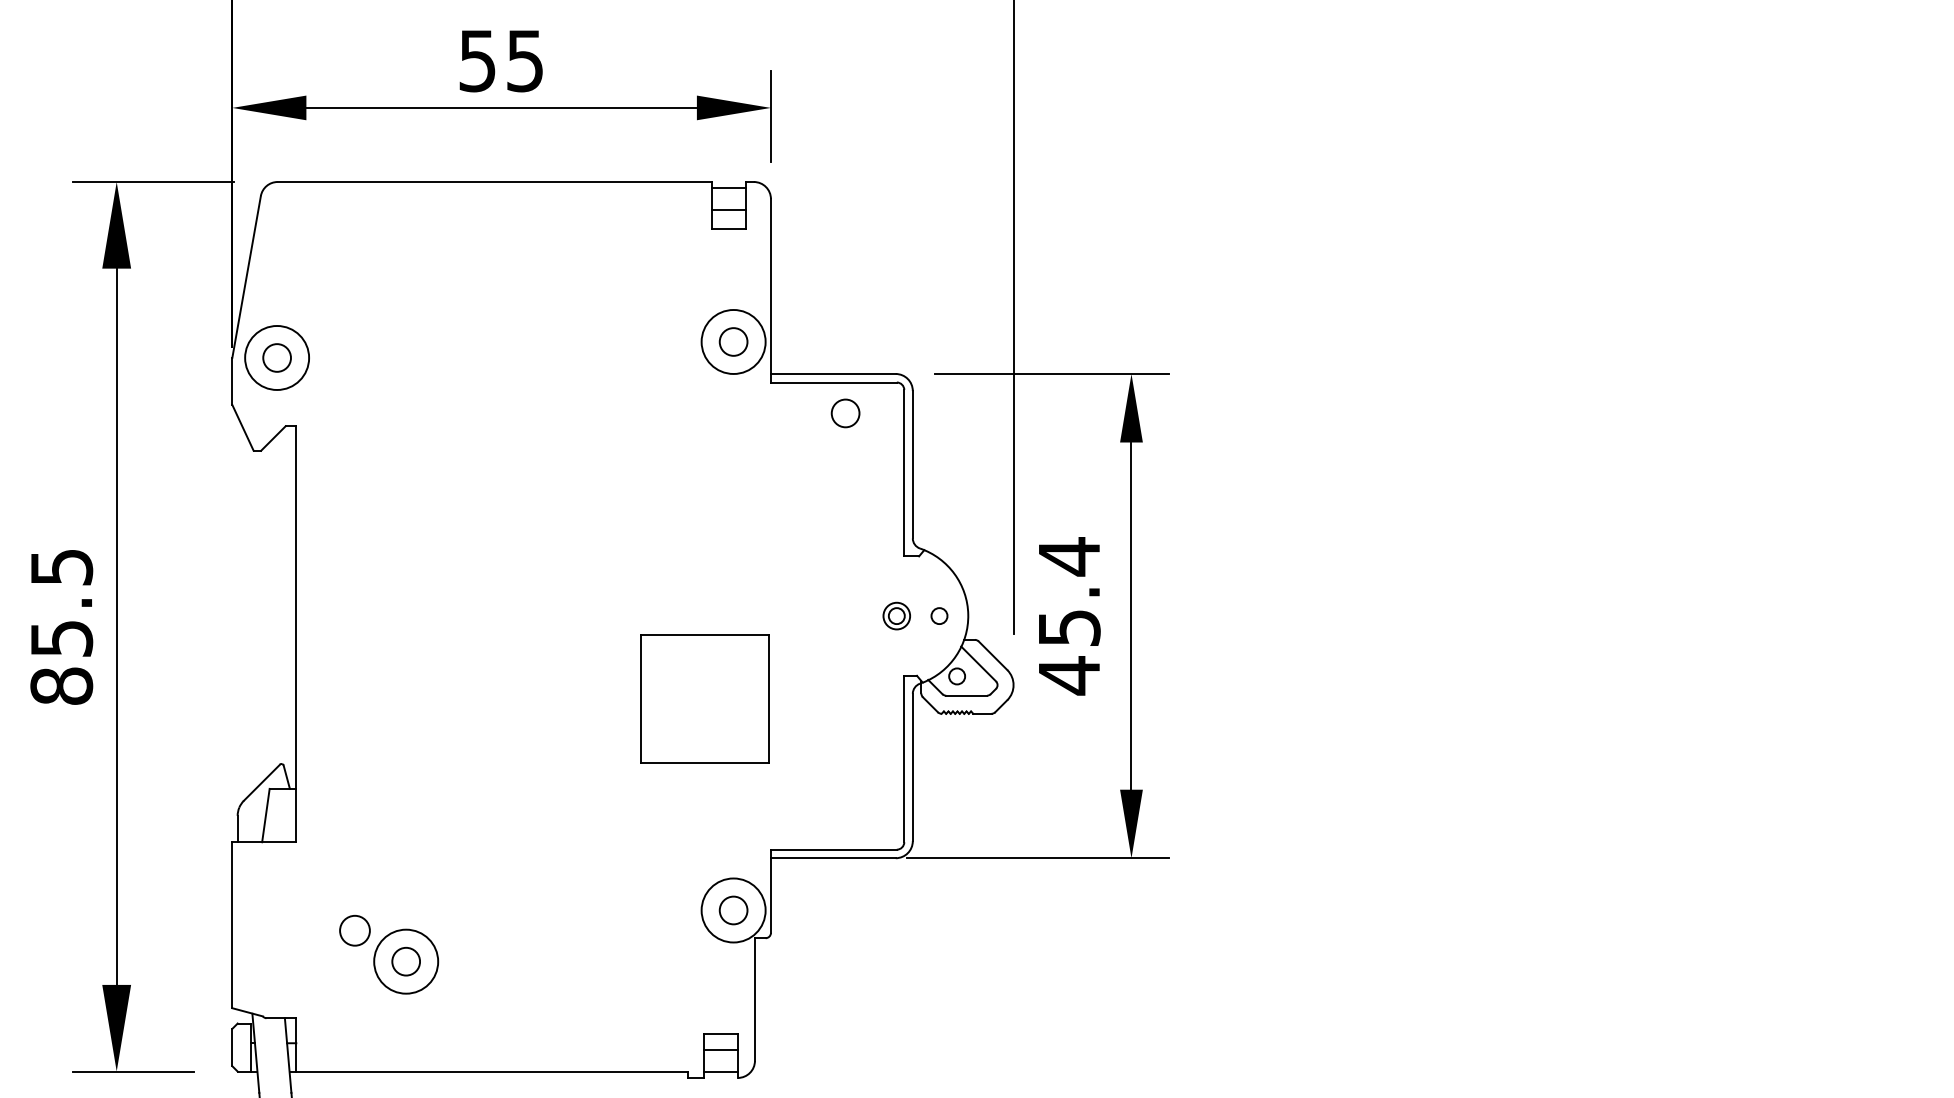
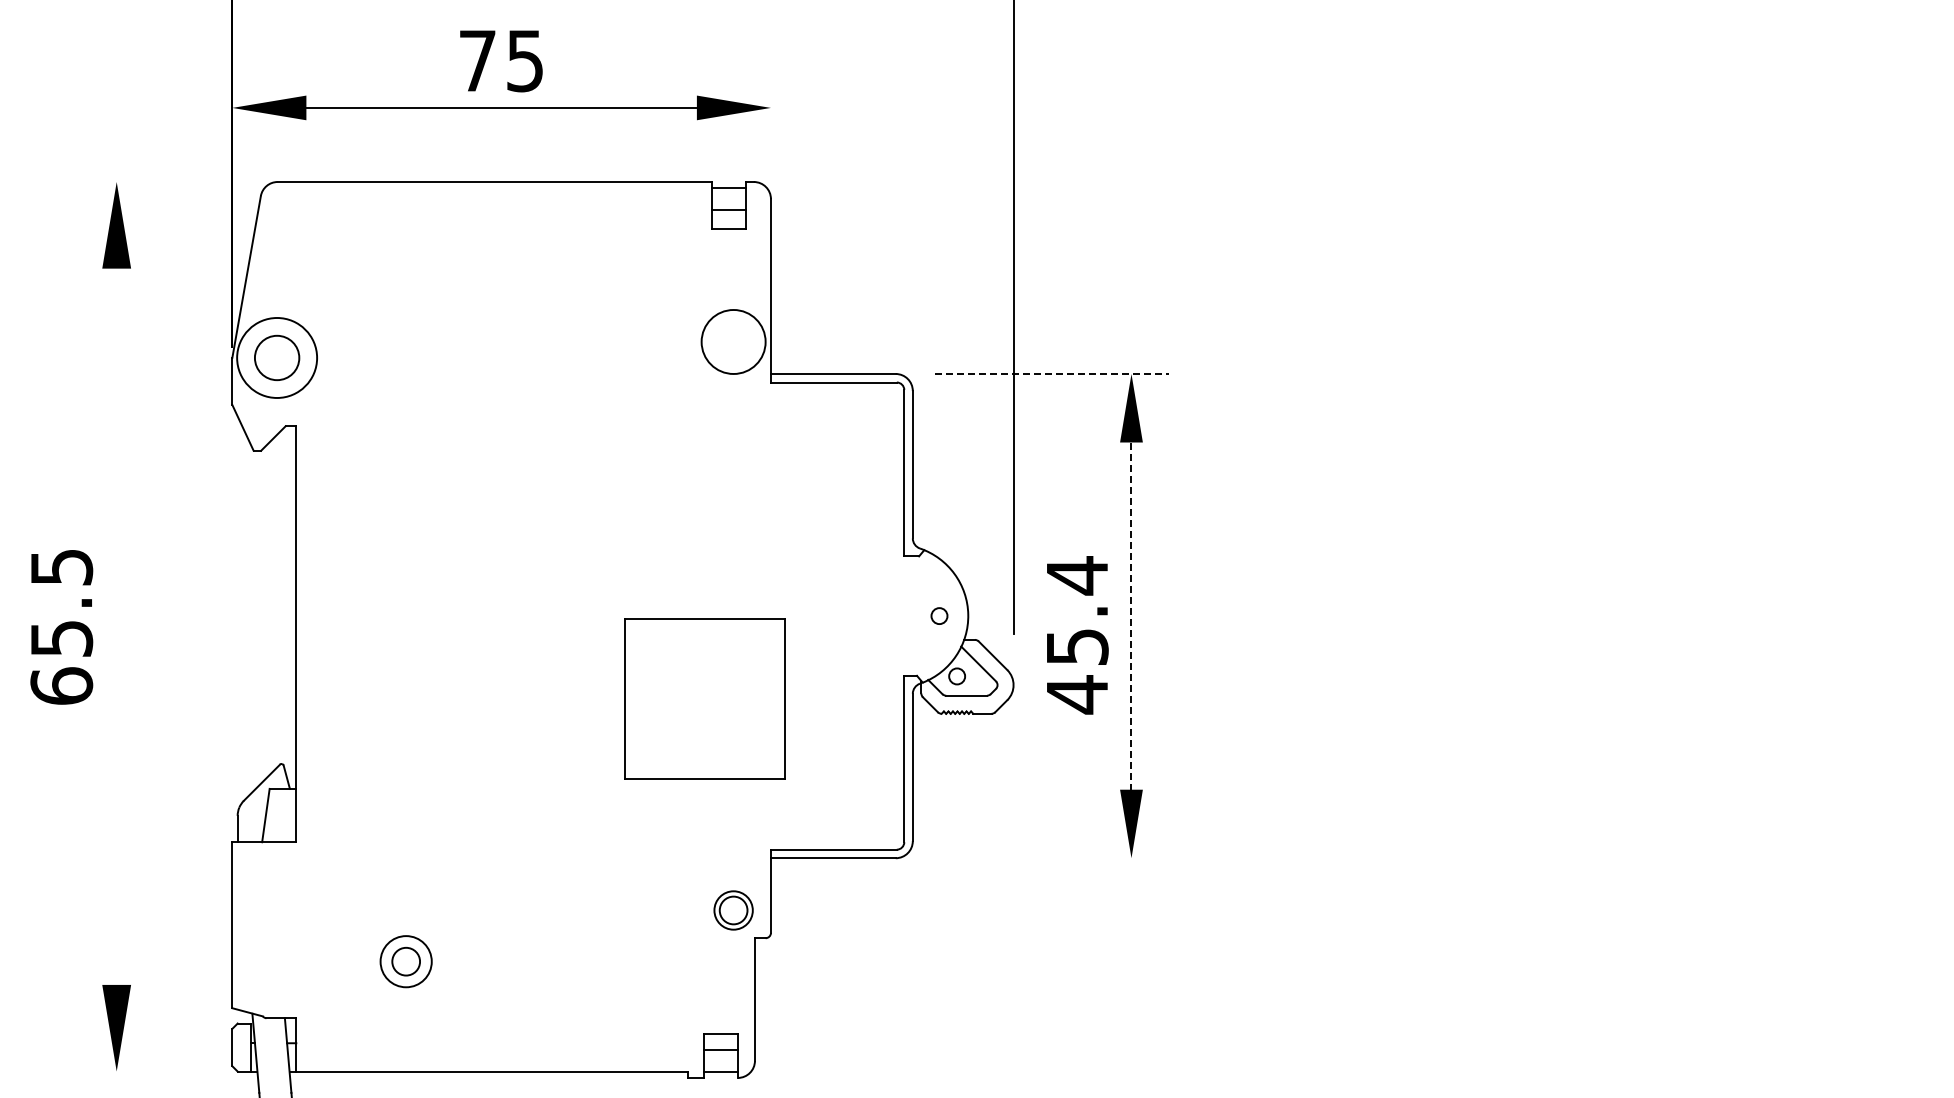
text at (477, 61): 55 -> 75
line at (770, 116): present -> none
line at (153, 182): present -> none
circle at (733, 341): present -> none
circle at (277, 357) diameter: 28 px -> 44 px
circle at (277, 357) diameter: 64 px -> 80 px
line at (1051, 373): solid -> dashed
circle at (845, 413): present -> none
part at (896, 615): present -> none
text at (1069, 616) position: (1069, 616) -> (1077, 635)
line at (1131, 616): solid -> dashed
line at (116, 626): present -> none
text at (61, 685): 85.5 -> 65.5
part at (704, 698) size: 130x130 px -> 162x162 px
line at (1037, 858): present -> none
circle at (733, 910) diameter: 64 px -> 38 px
circle at (354, 930): present -> none
circle at (406, 961) diameter: 64 px -> 51 px
line at (133, 1071): present -> none
